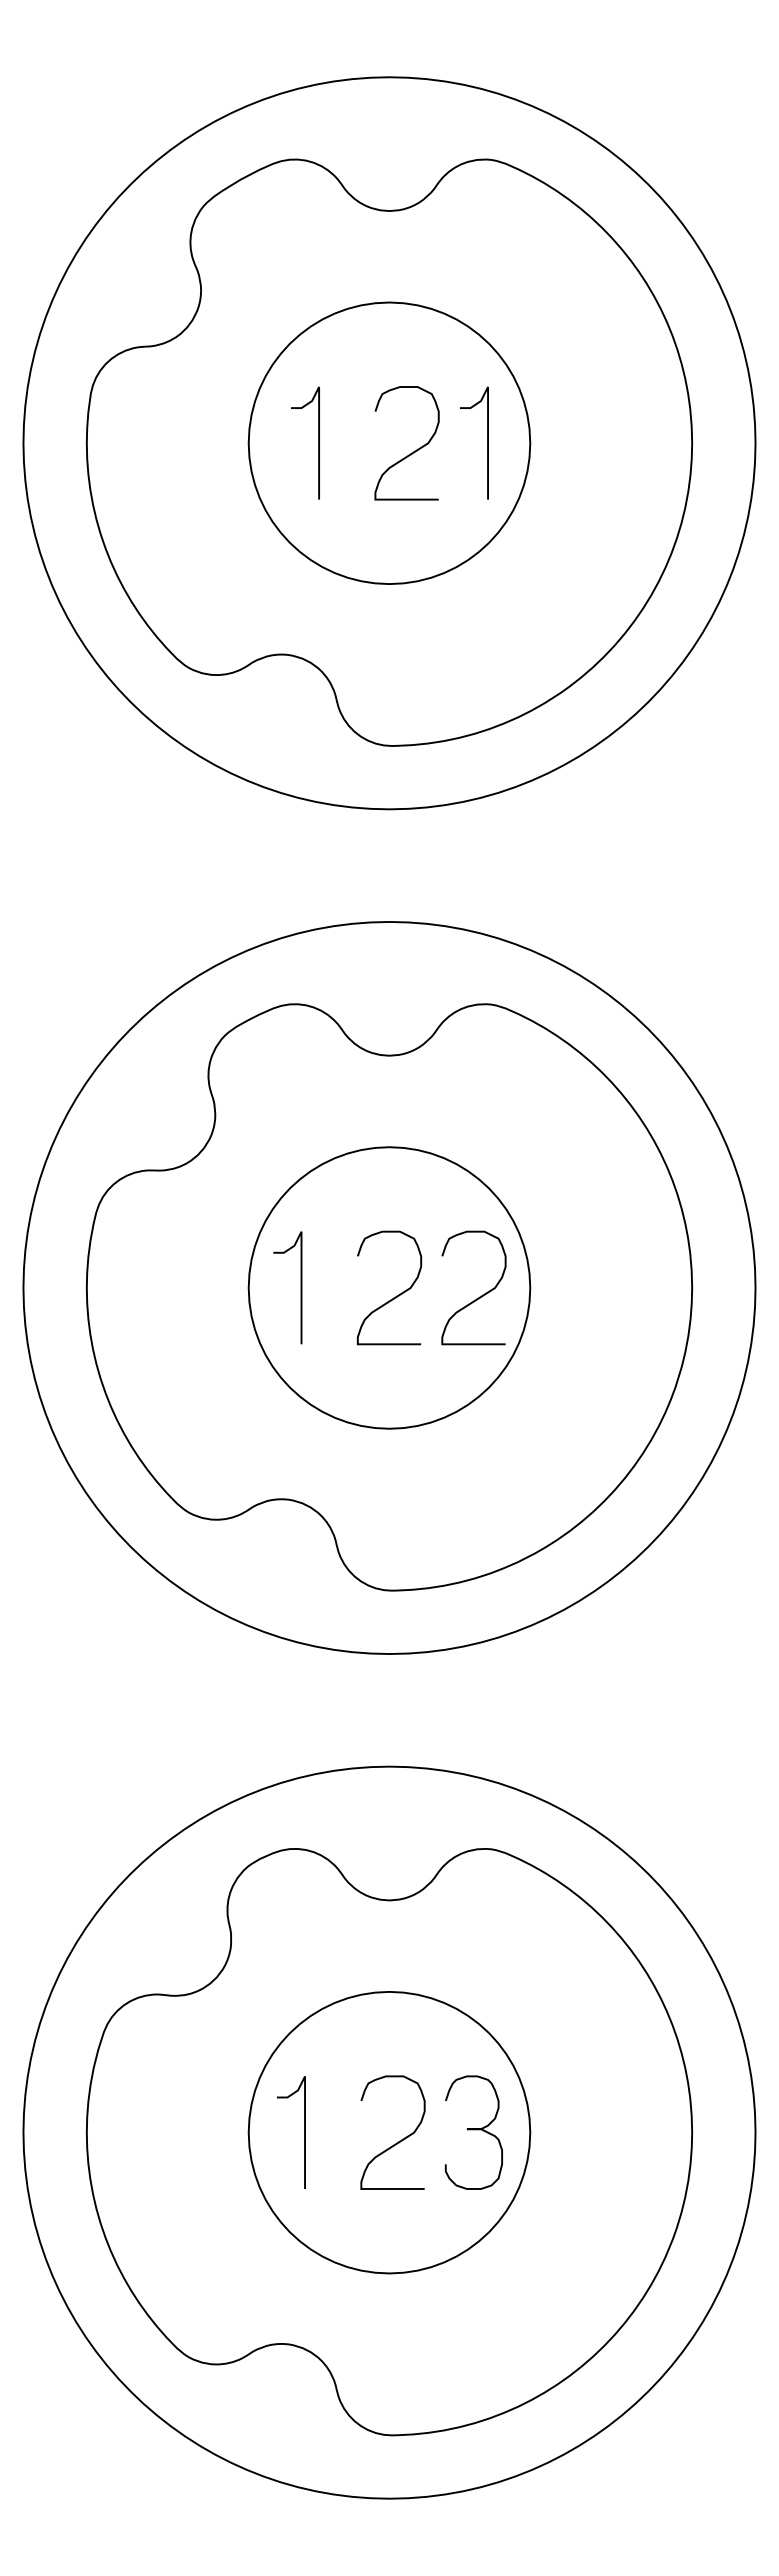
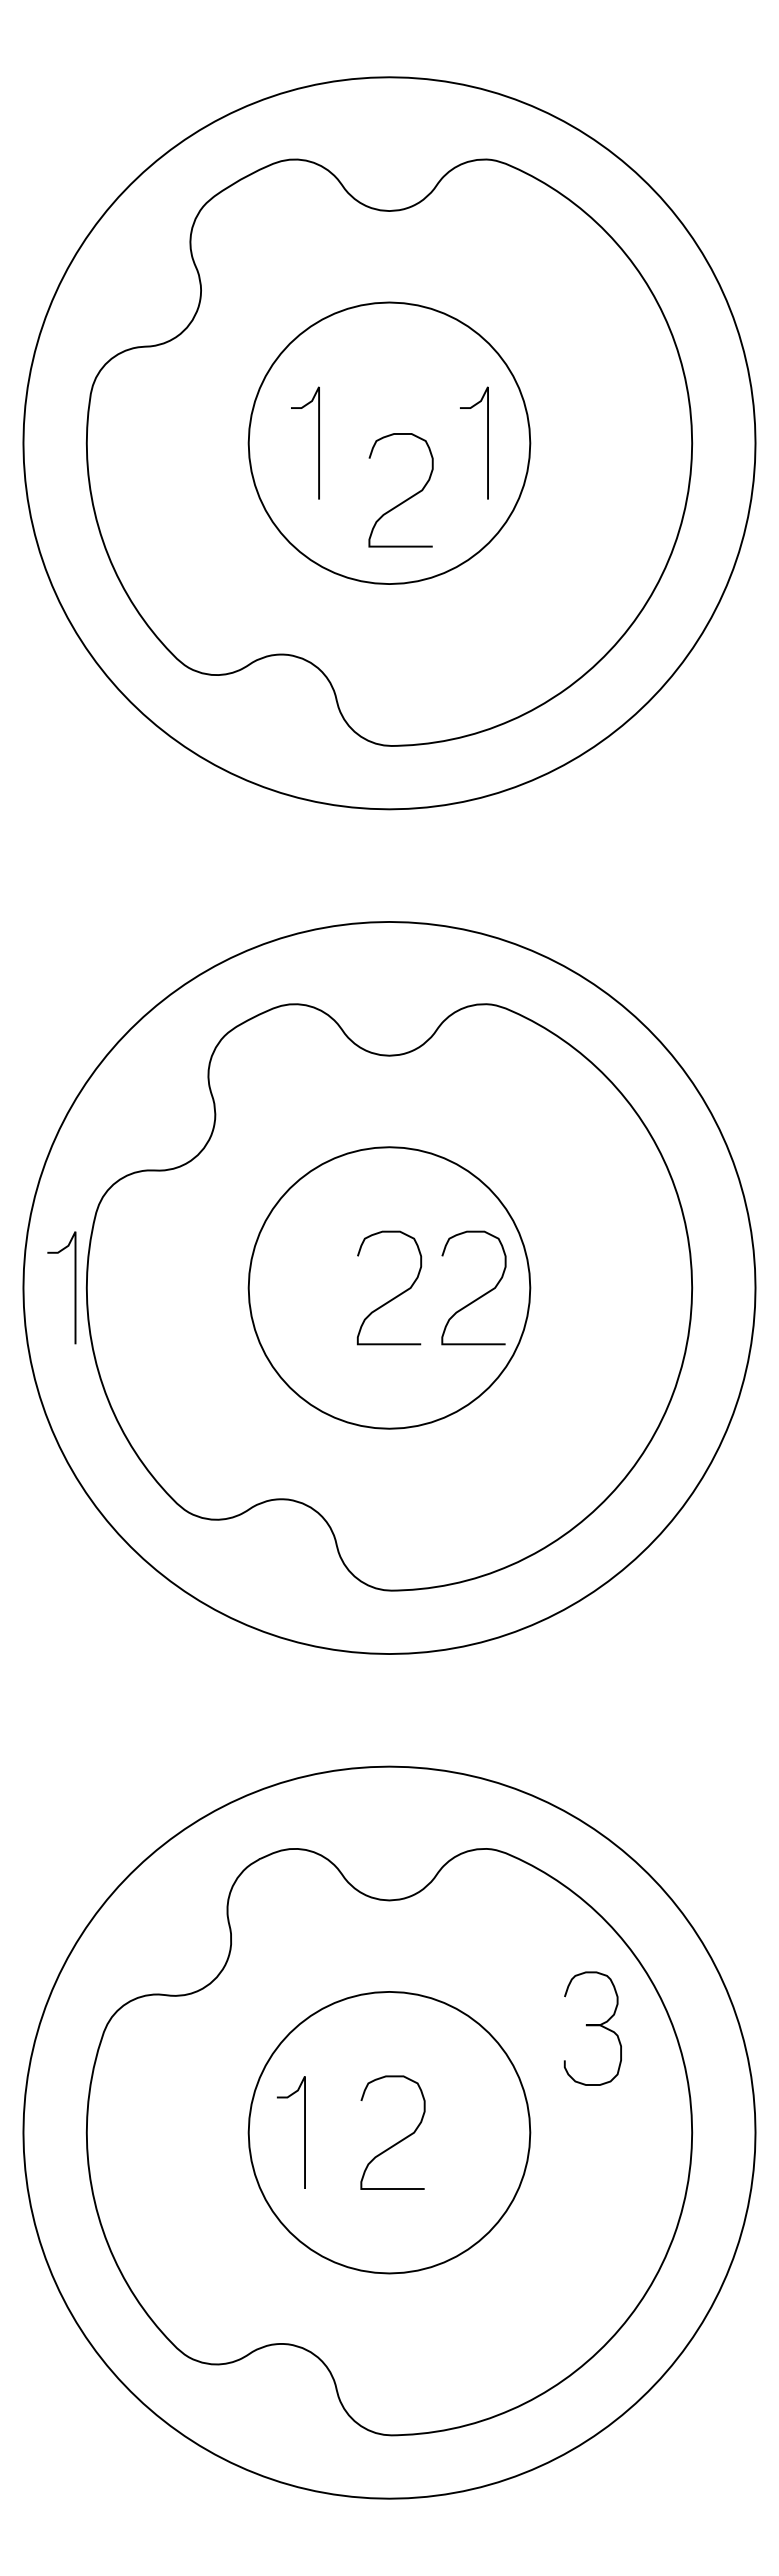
curve at (411, 452) position: (411, 452) -> (405, 499)
curve at (300, 1287) position: (300, 1287) -> (74, 1287)
curve at (473, 2130) position: (473, 2130) -> (592, 2026)
